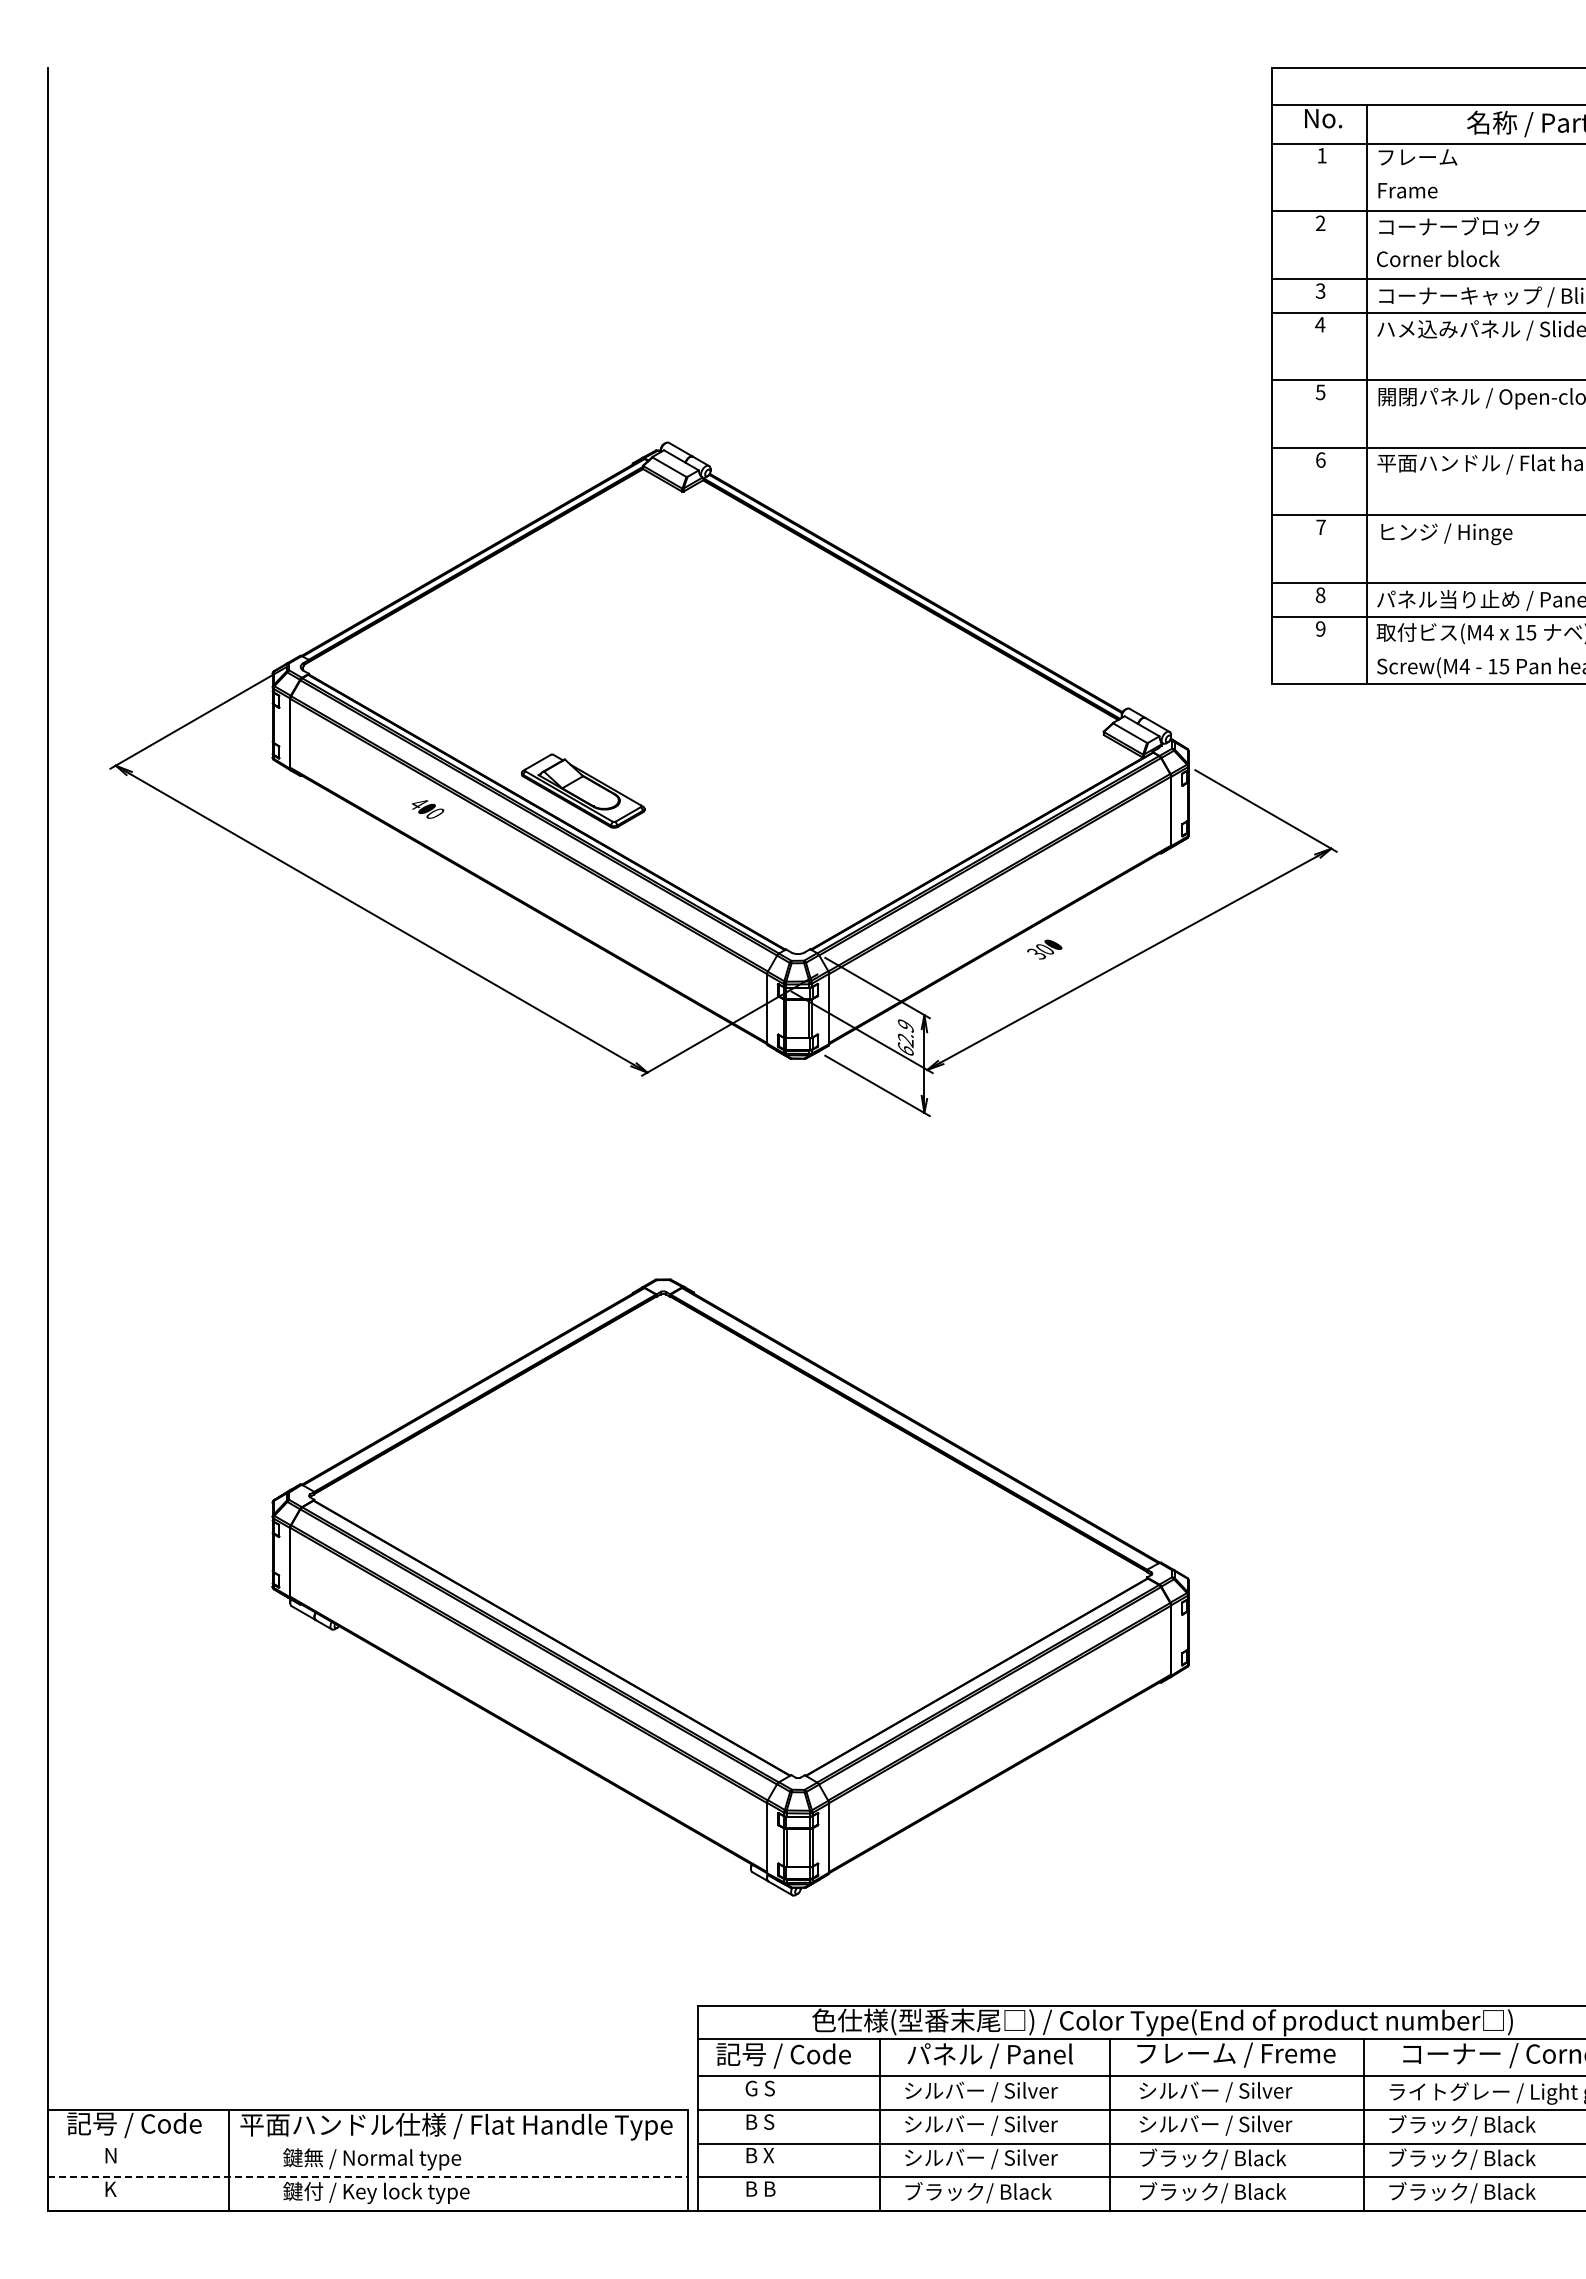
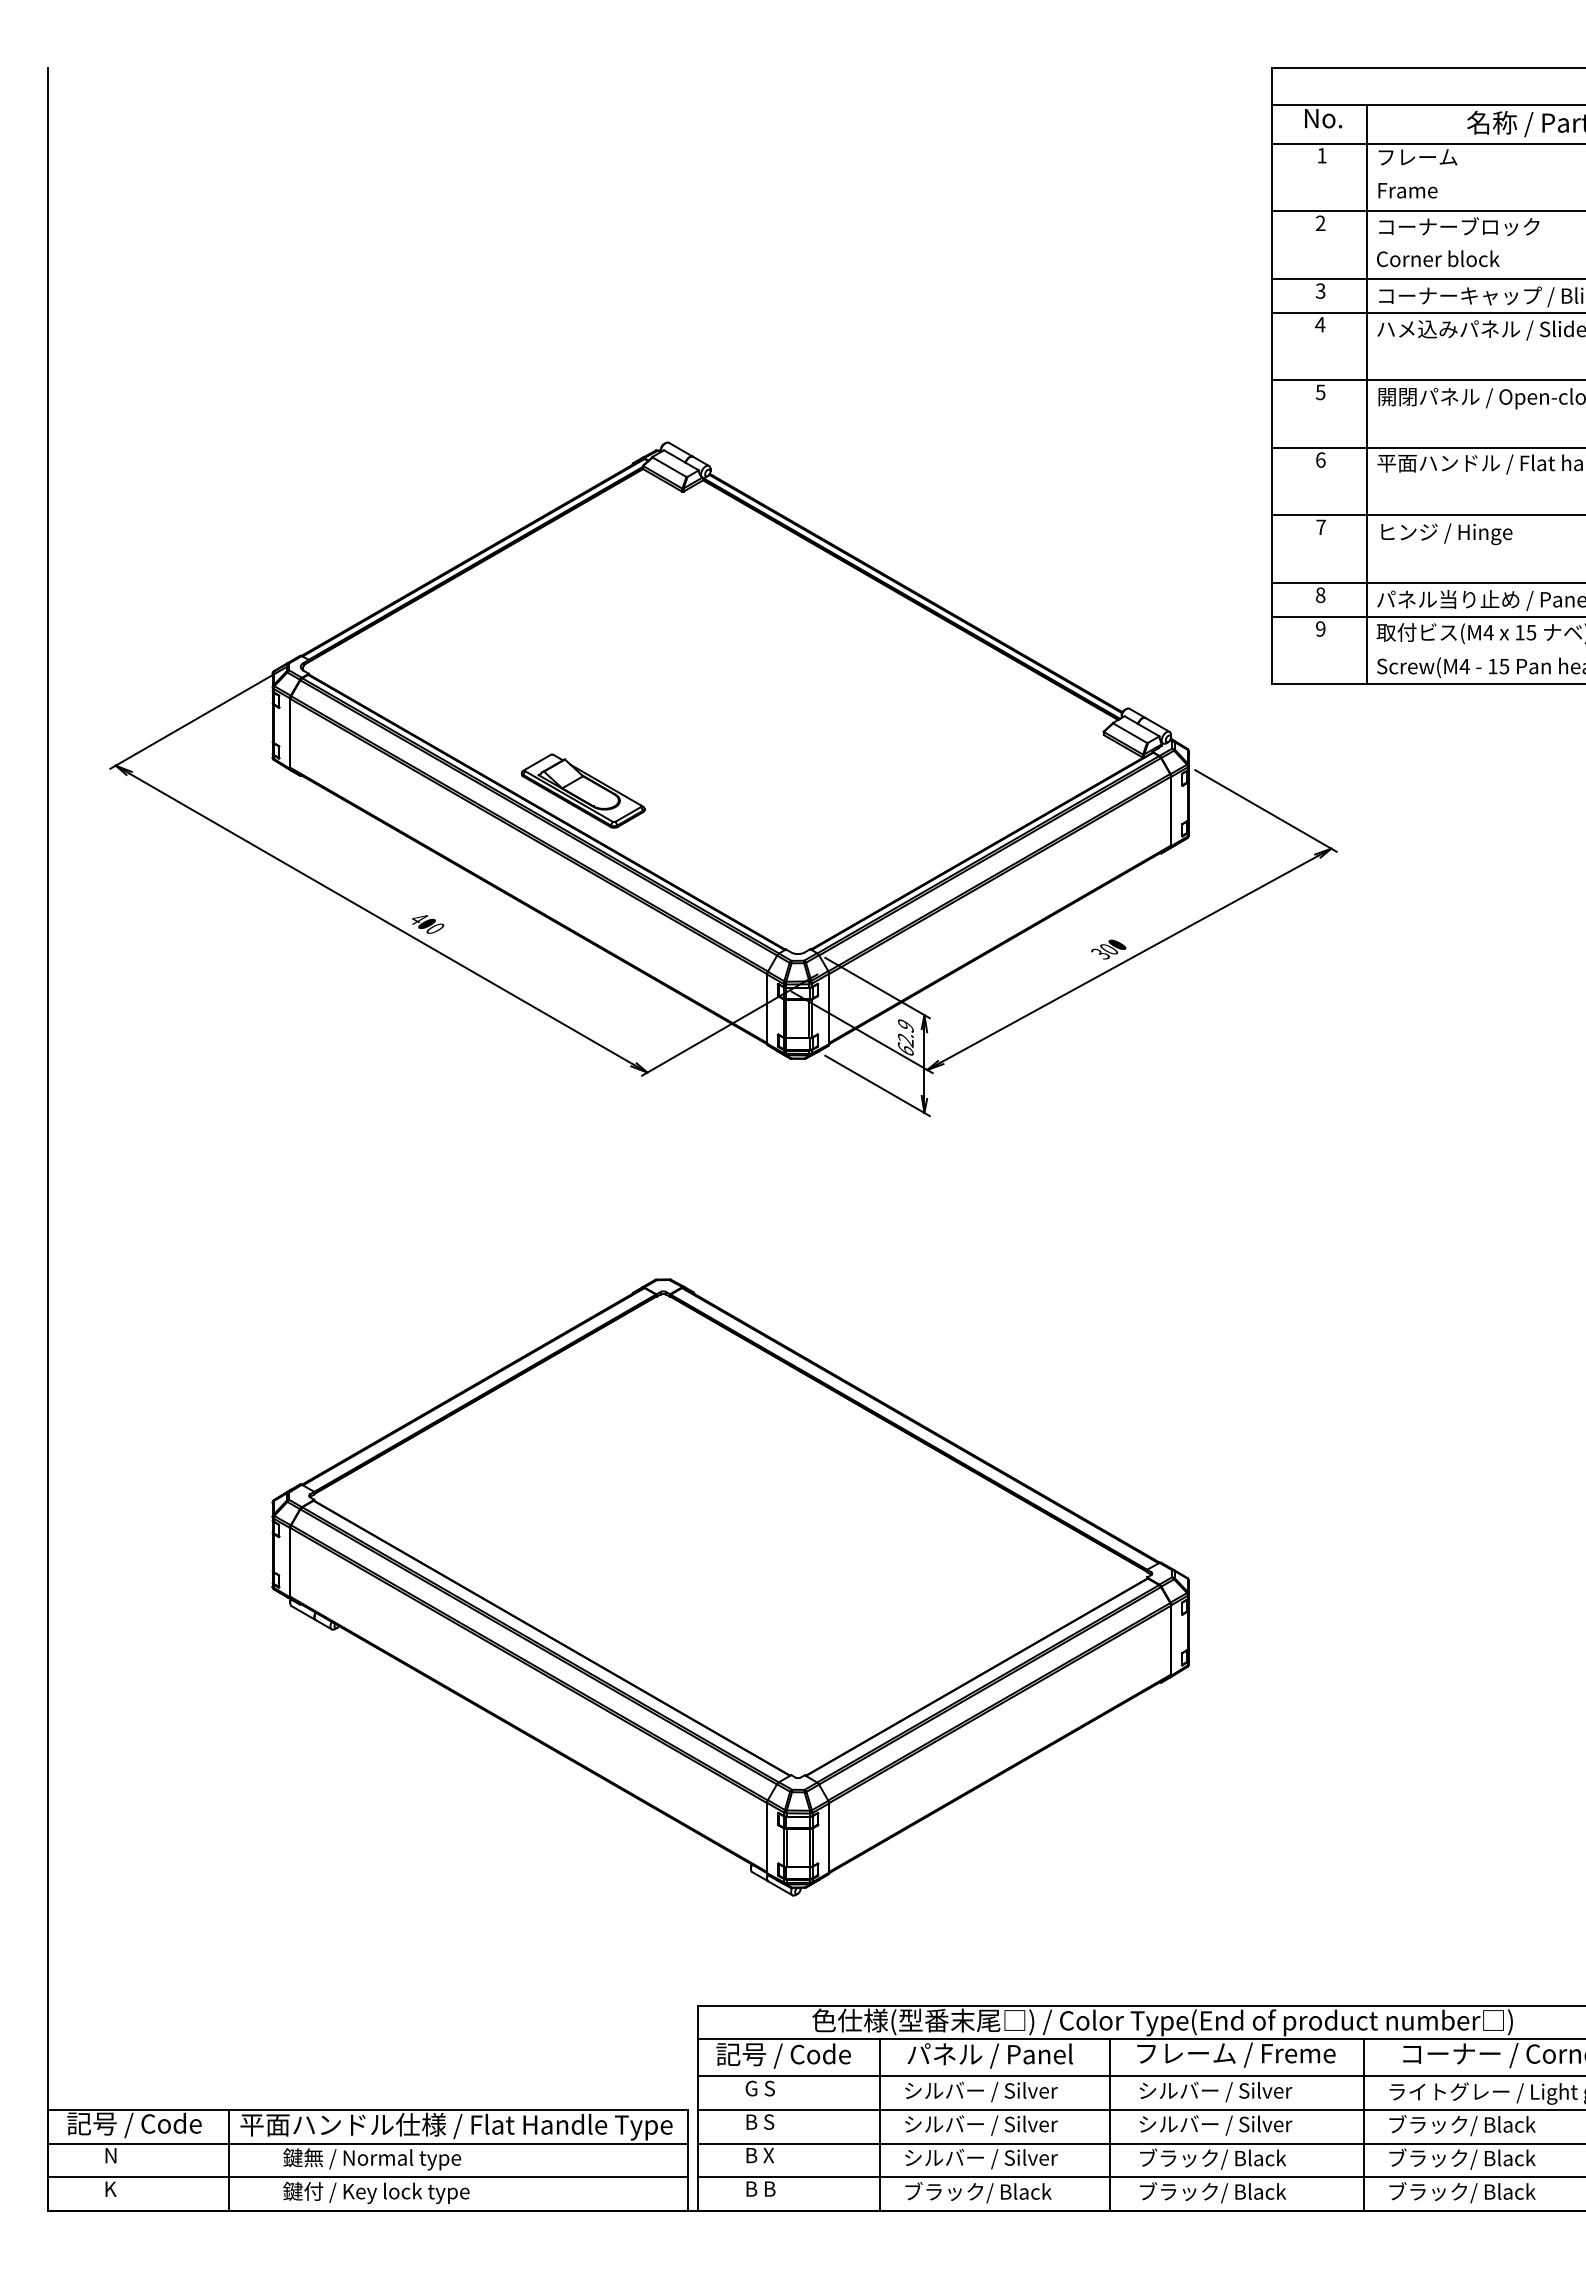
text at (427, 809) position: (427, 809) -> (427, 924)
text at (1044, 949) position: (1044, 949) -> (1108, 949)
line at (367, 2143): none -> present
line at (368, 2177): dashed -> solid
